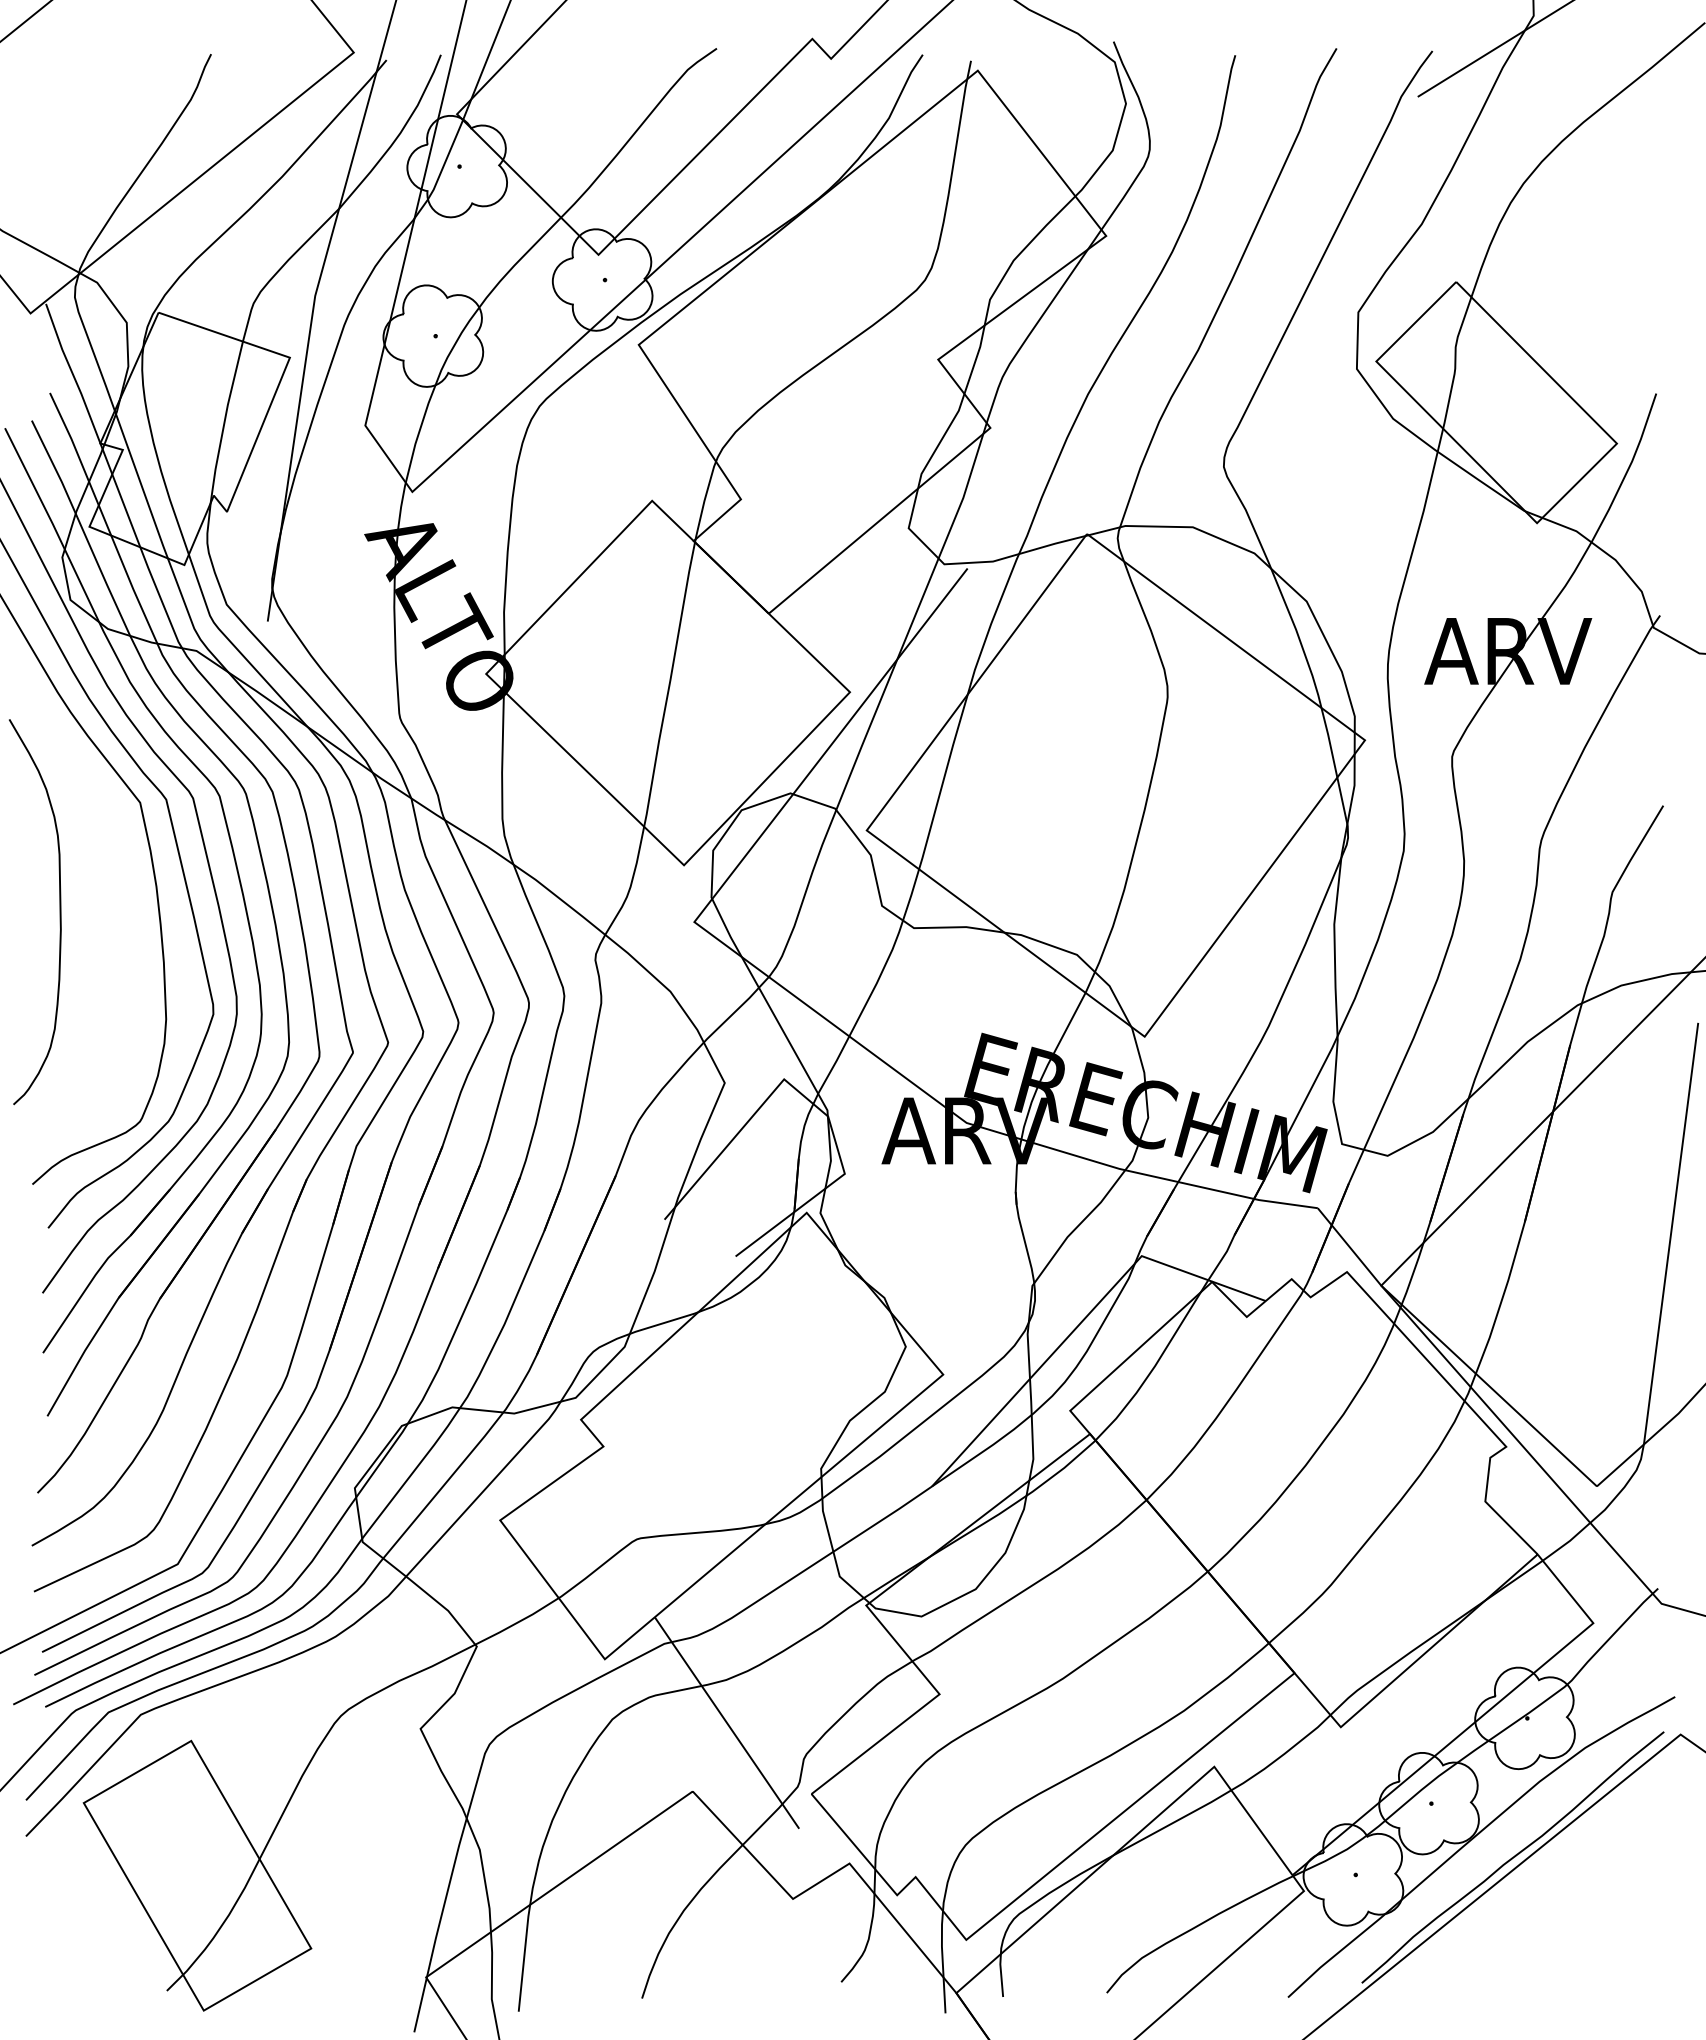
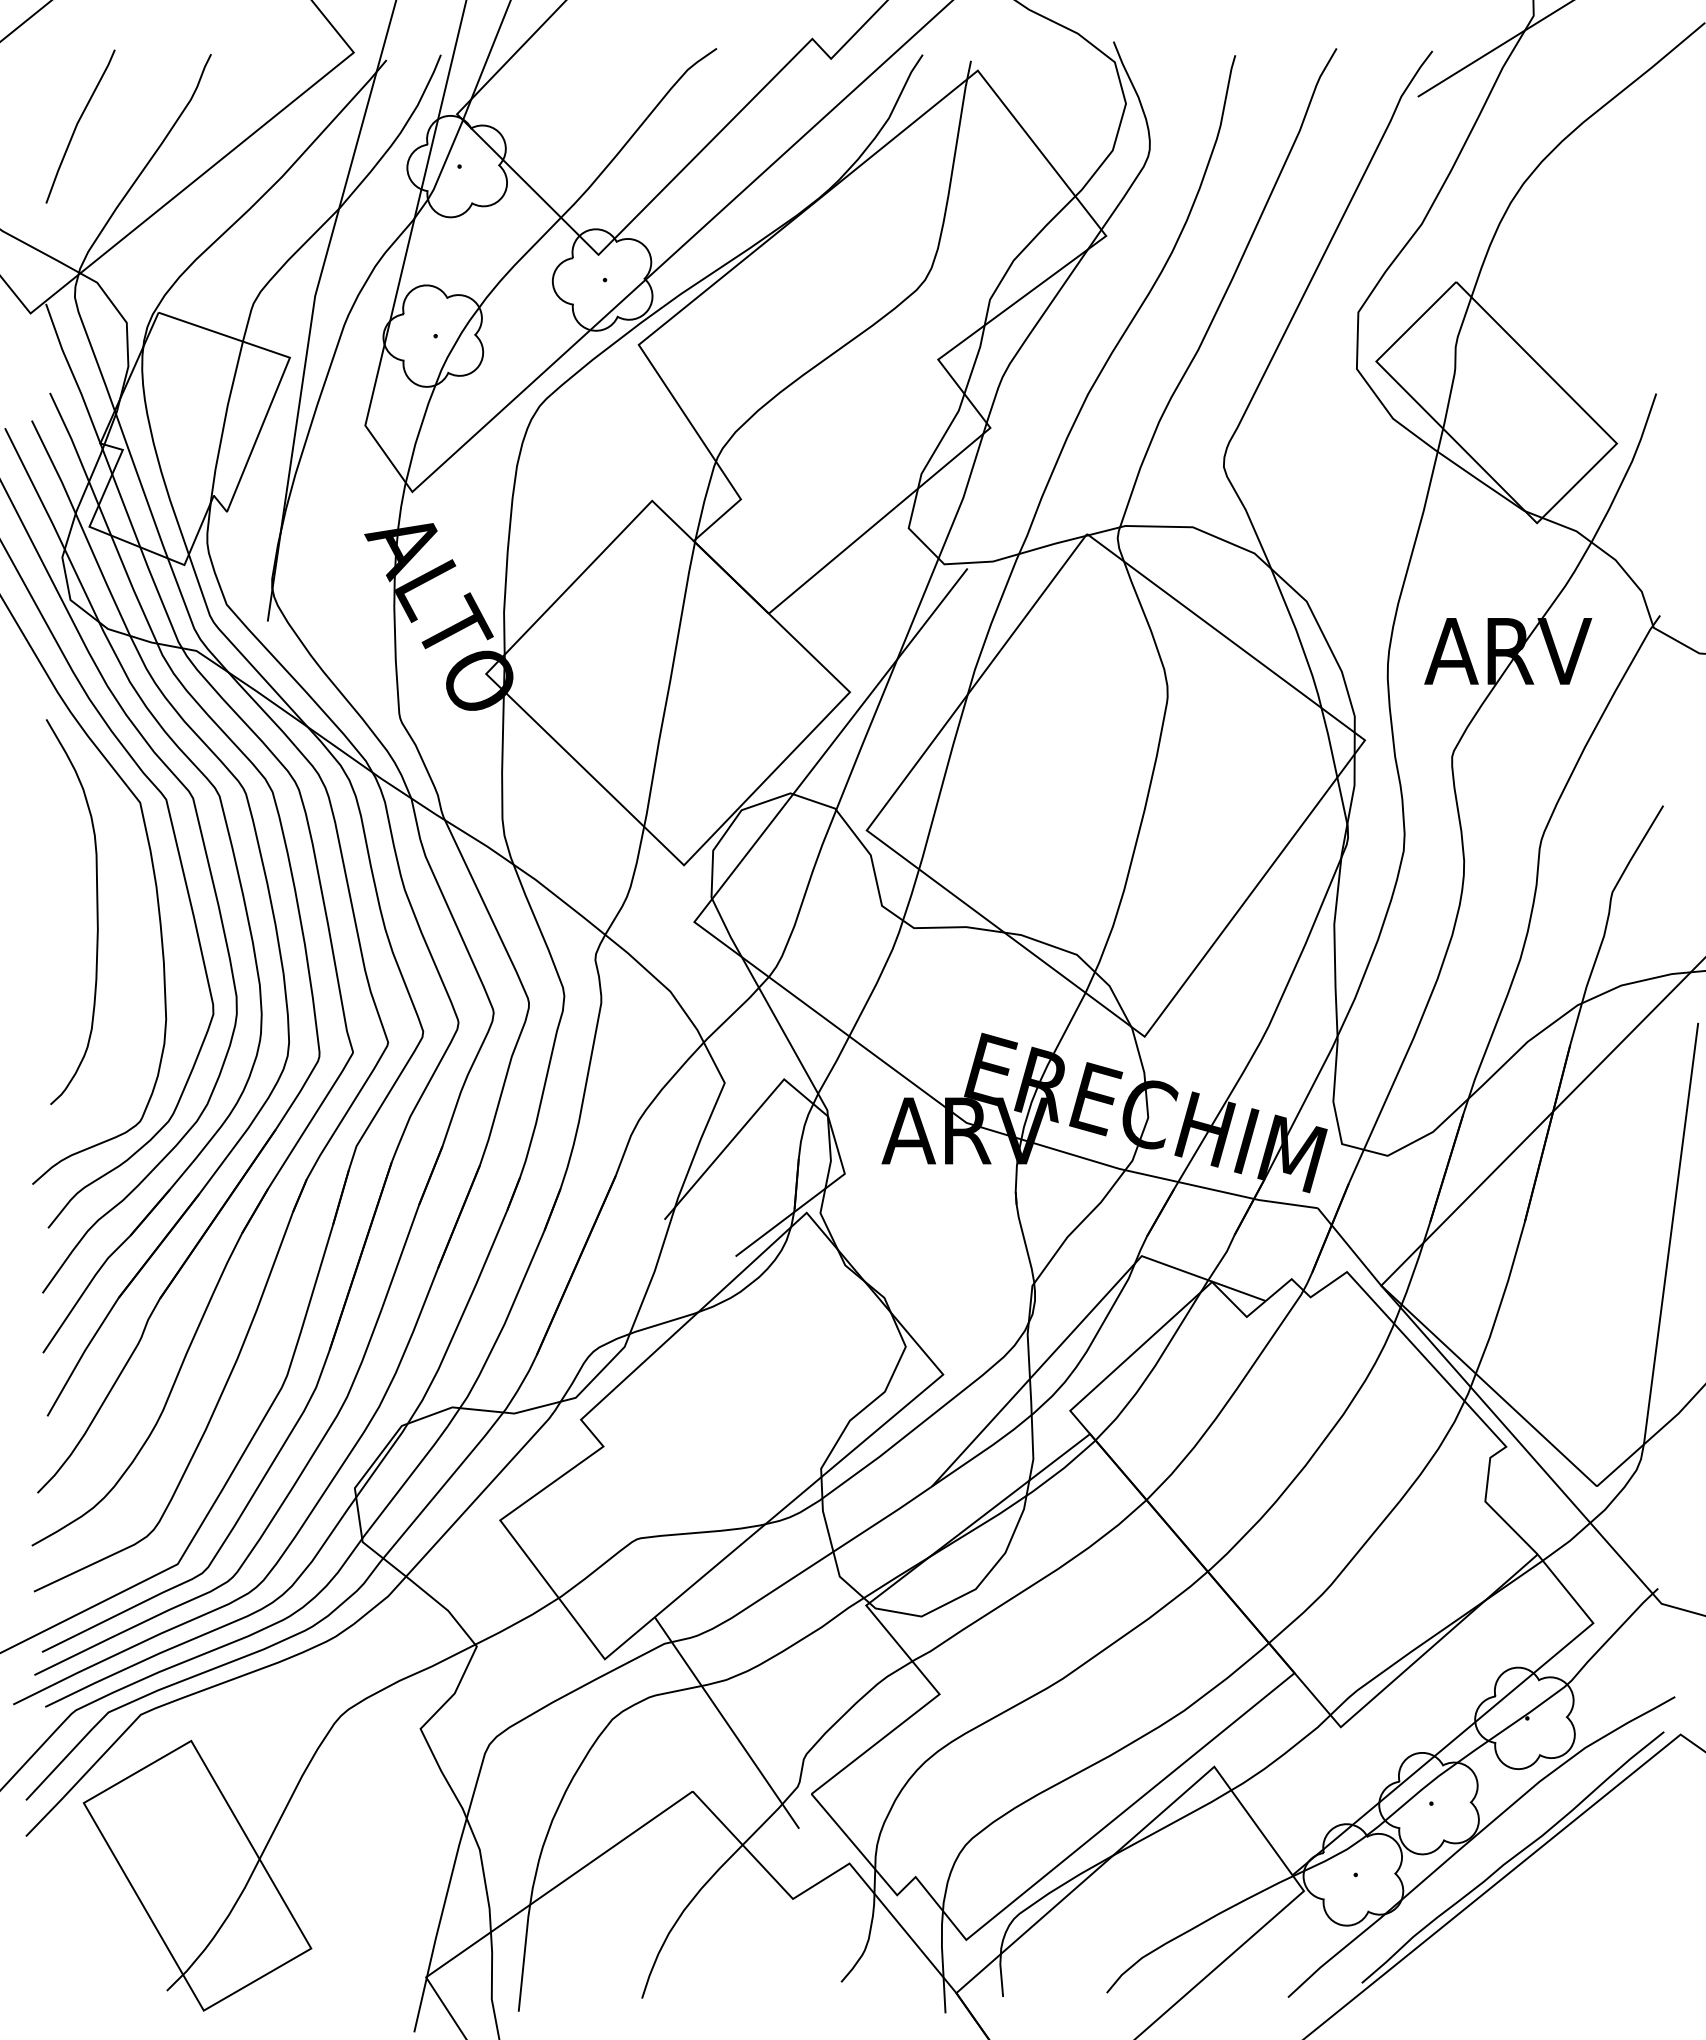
line at (77, 126): none -> present
curve at (59, 912) position: (59, 912) -> (96, 912)
